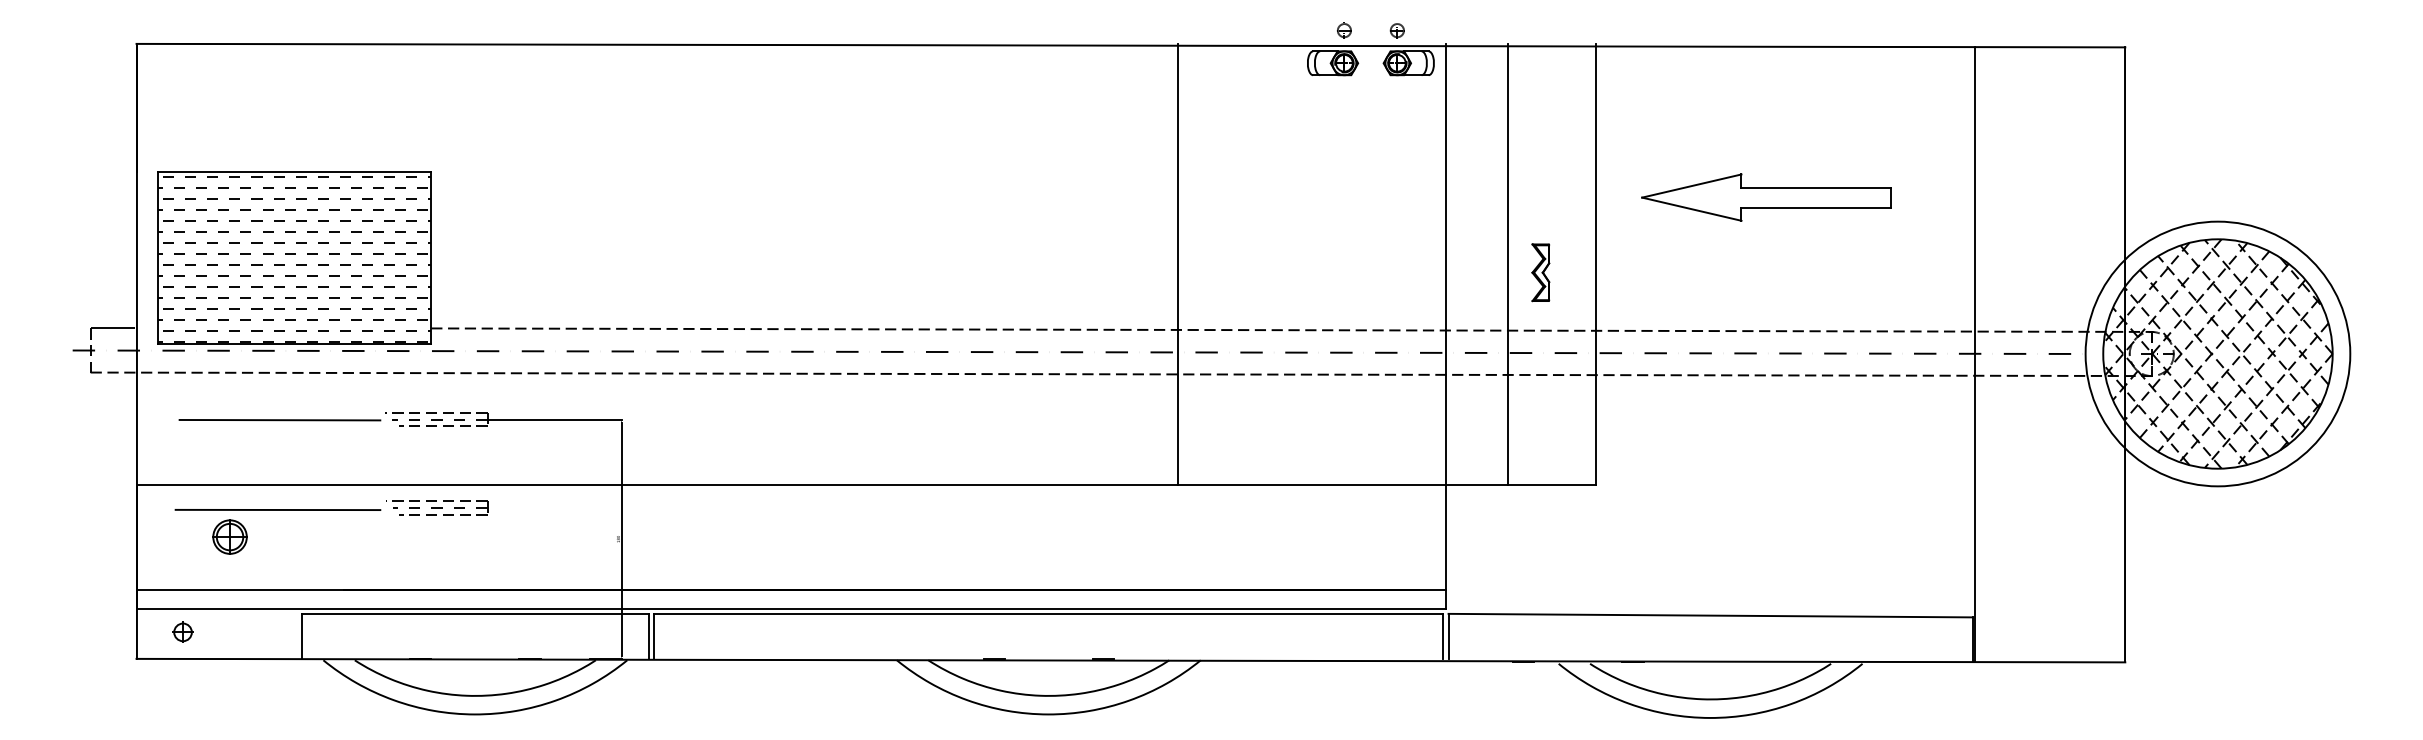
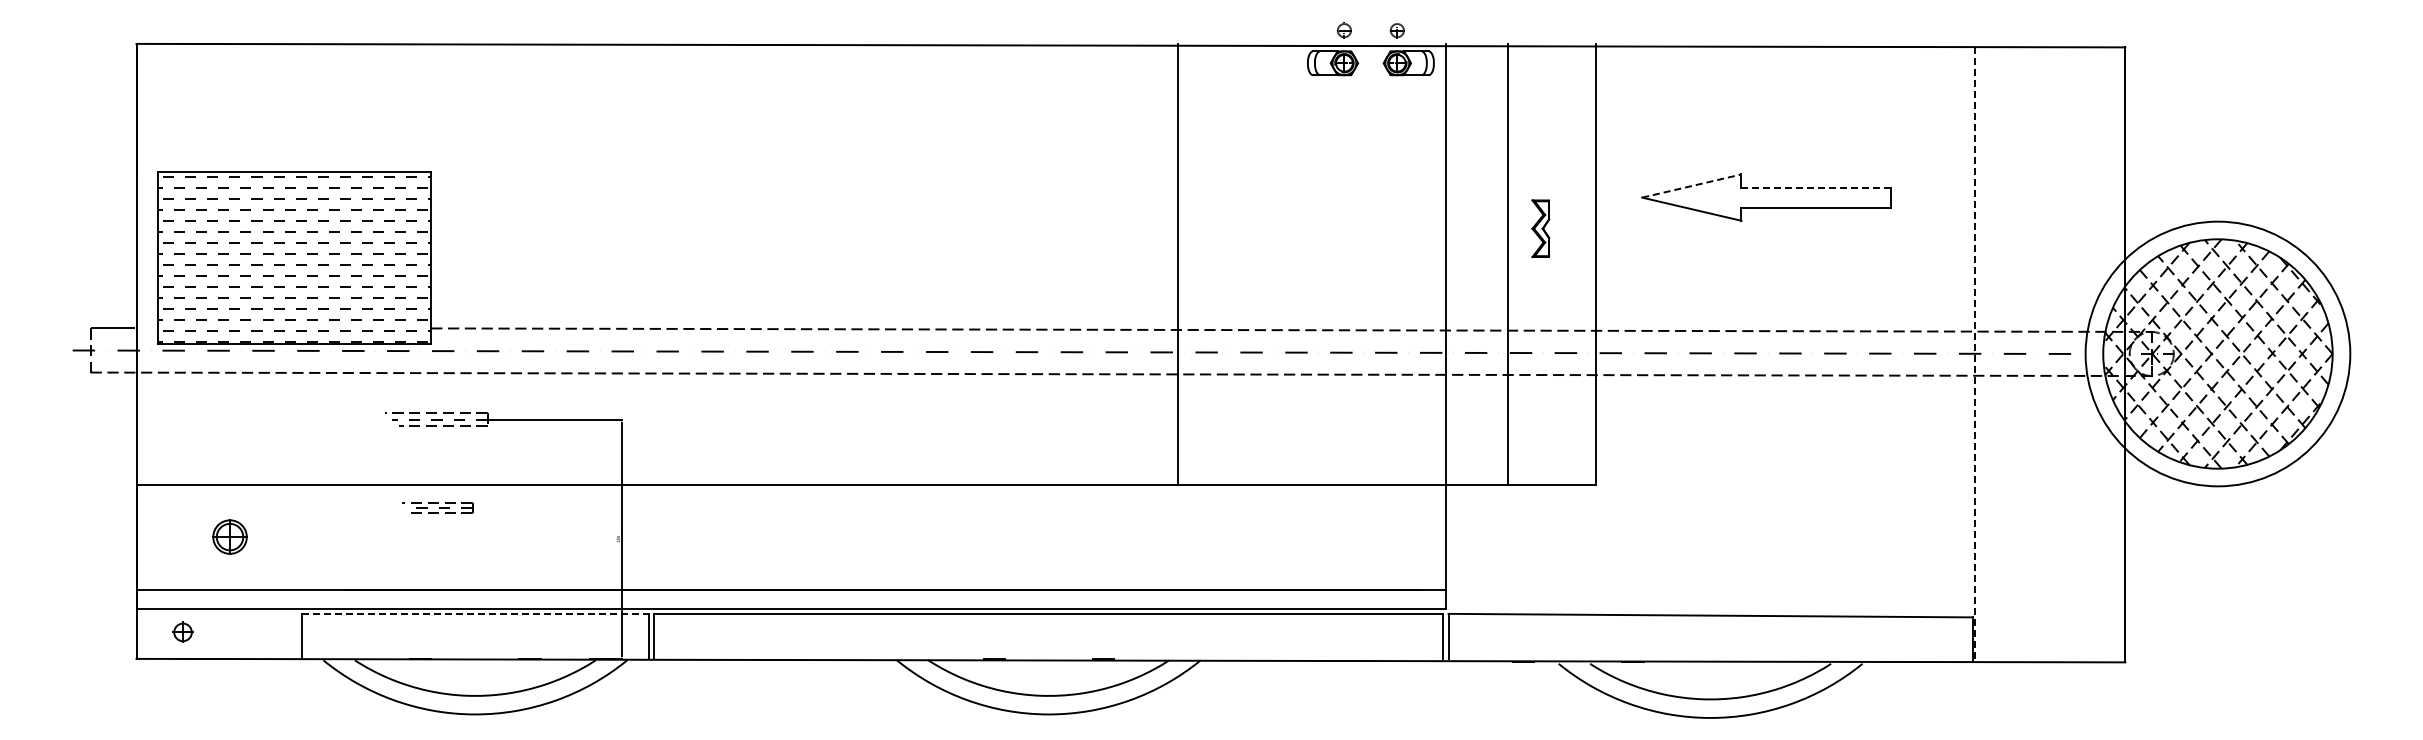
line at (1691, 186): solid -> dashed
line at (1816, 187): solid -> dashed
part at (1540, 272) position: (1540, 272) -> (1540, 228)
line at (1975, 355): solid -> dashed
line at (279, 419): present -> none
part at (437, 507) size: 103x16 px -> 72x12 px
line at (277, 509): present -> none
line at (475, 613): solid -> dashed
